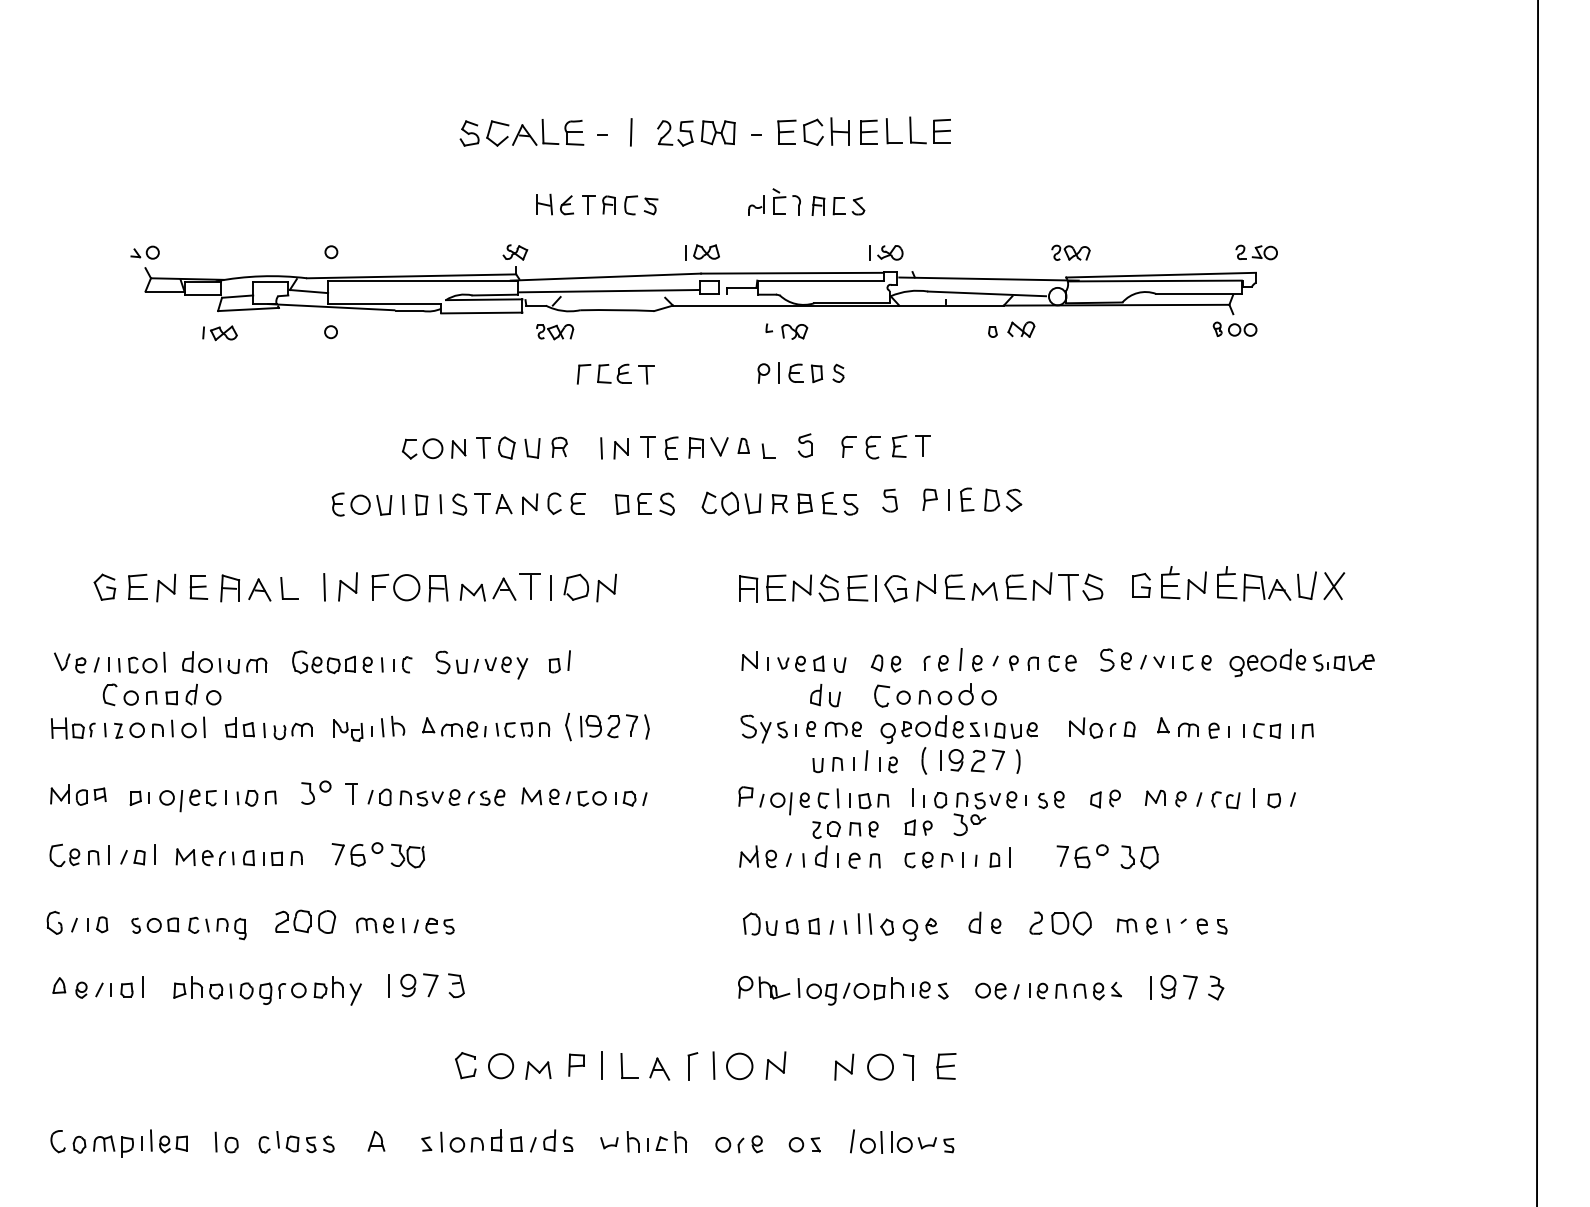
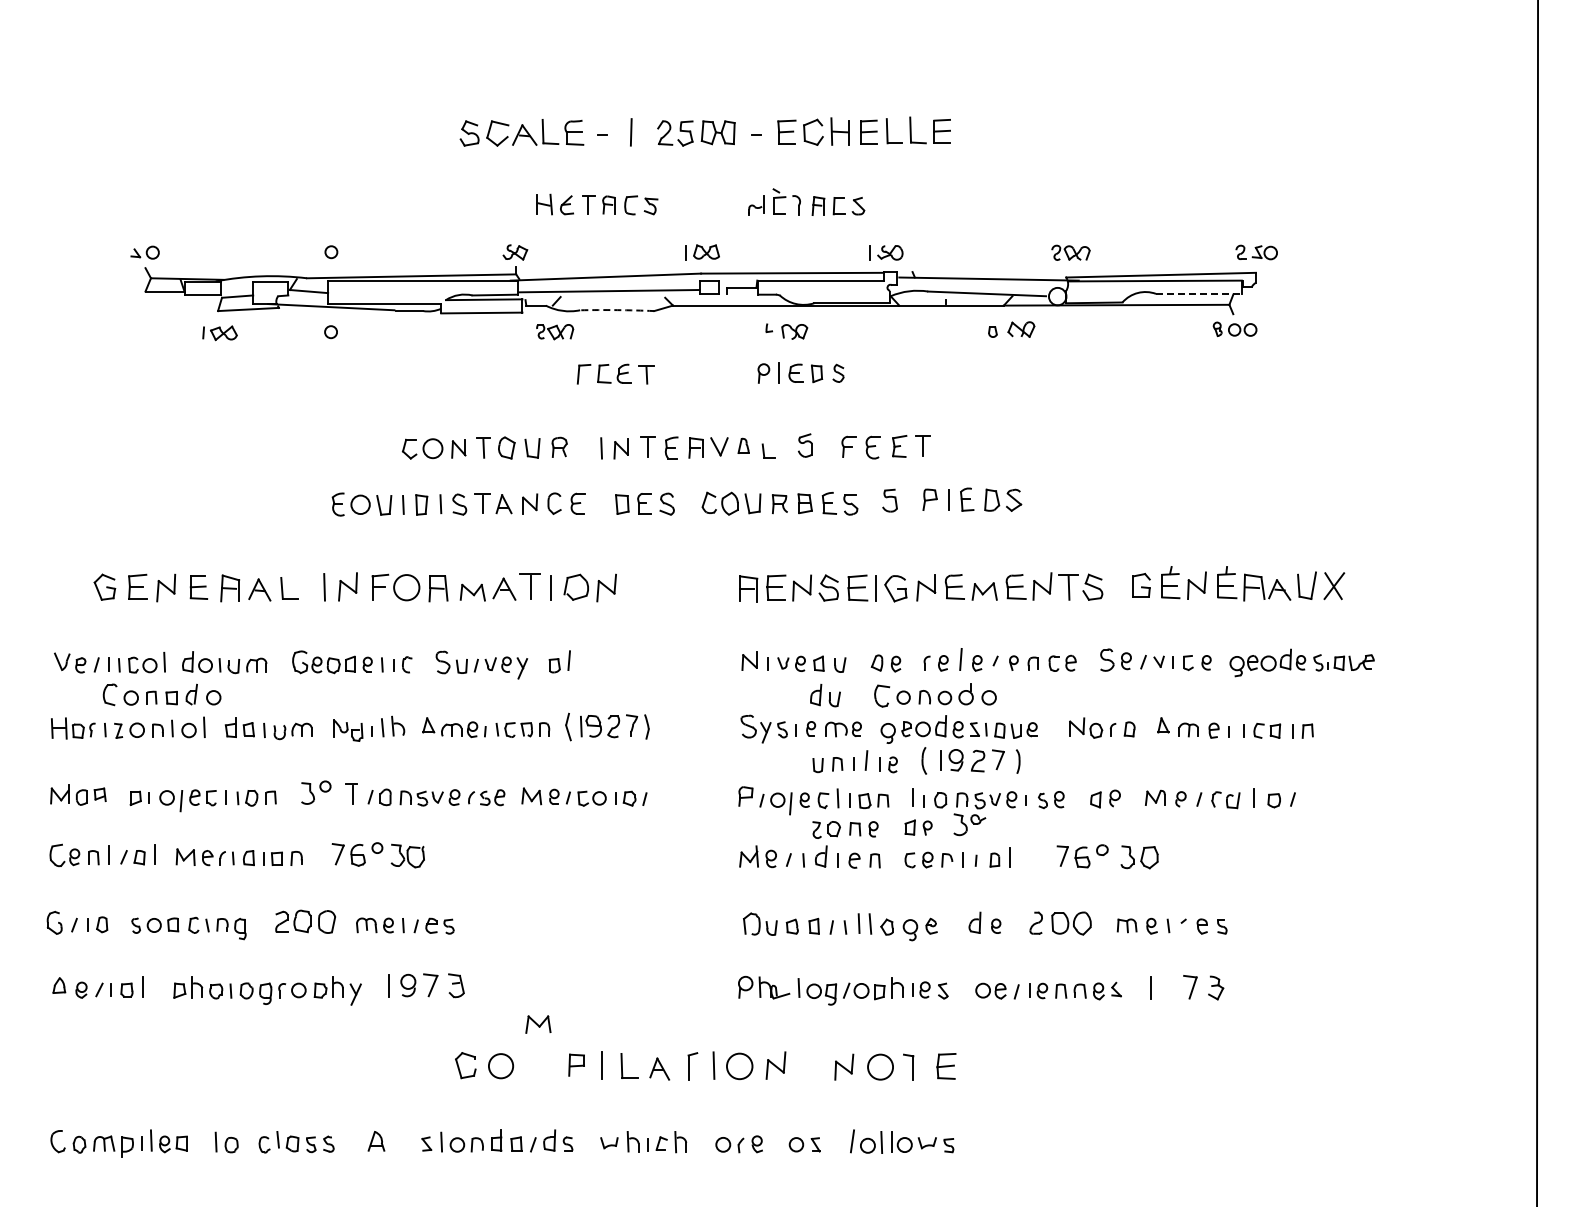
line at (1198, 293): solid -> dashed
arc at (617, 310): solid -> dashed
part at (1168, 987): present -> none
part at (538, 1070) position: (538, 1070) -> (538, 1024)
